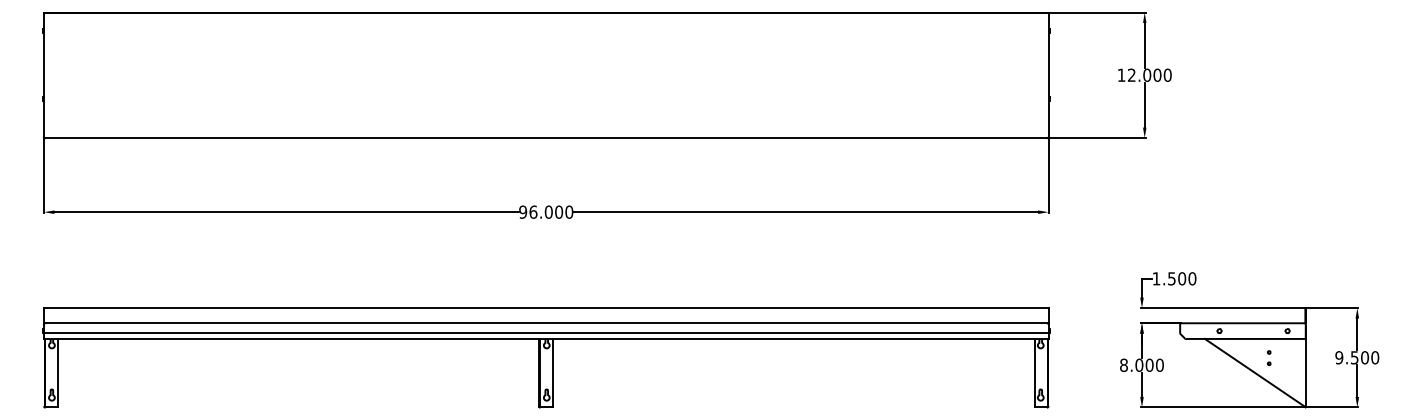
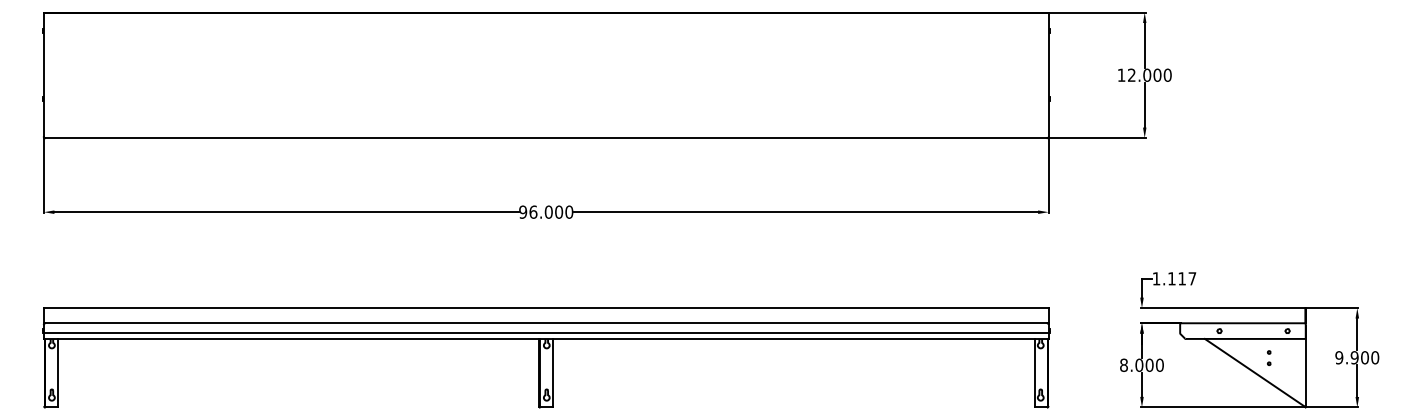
text at (1182, 278): 1.500 -> 1.117
text at (1354, 357): 9.500 -> 9.900
